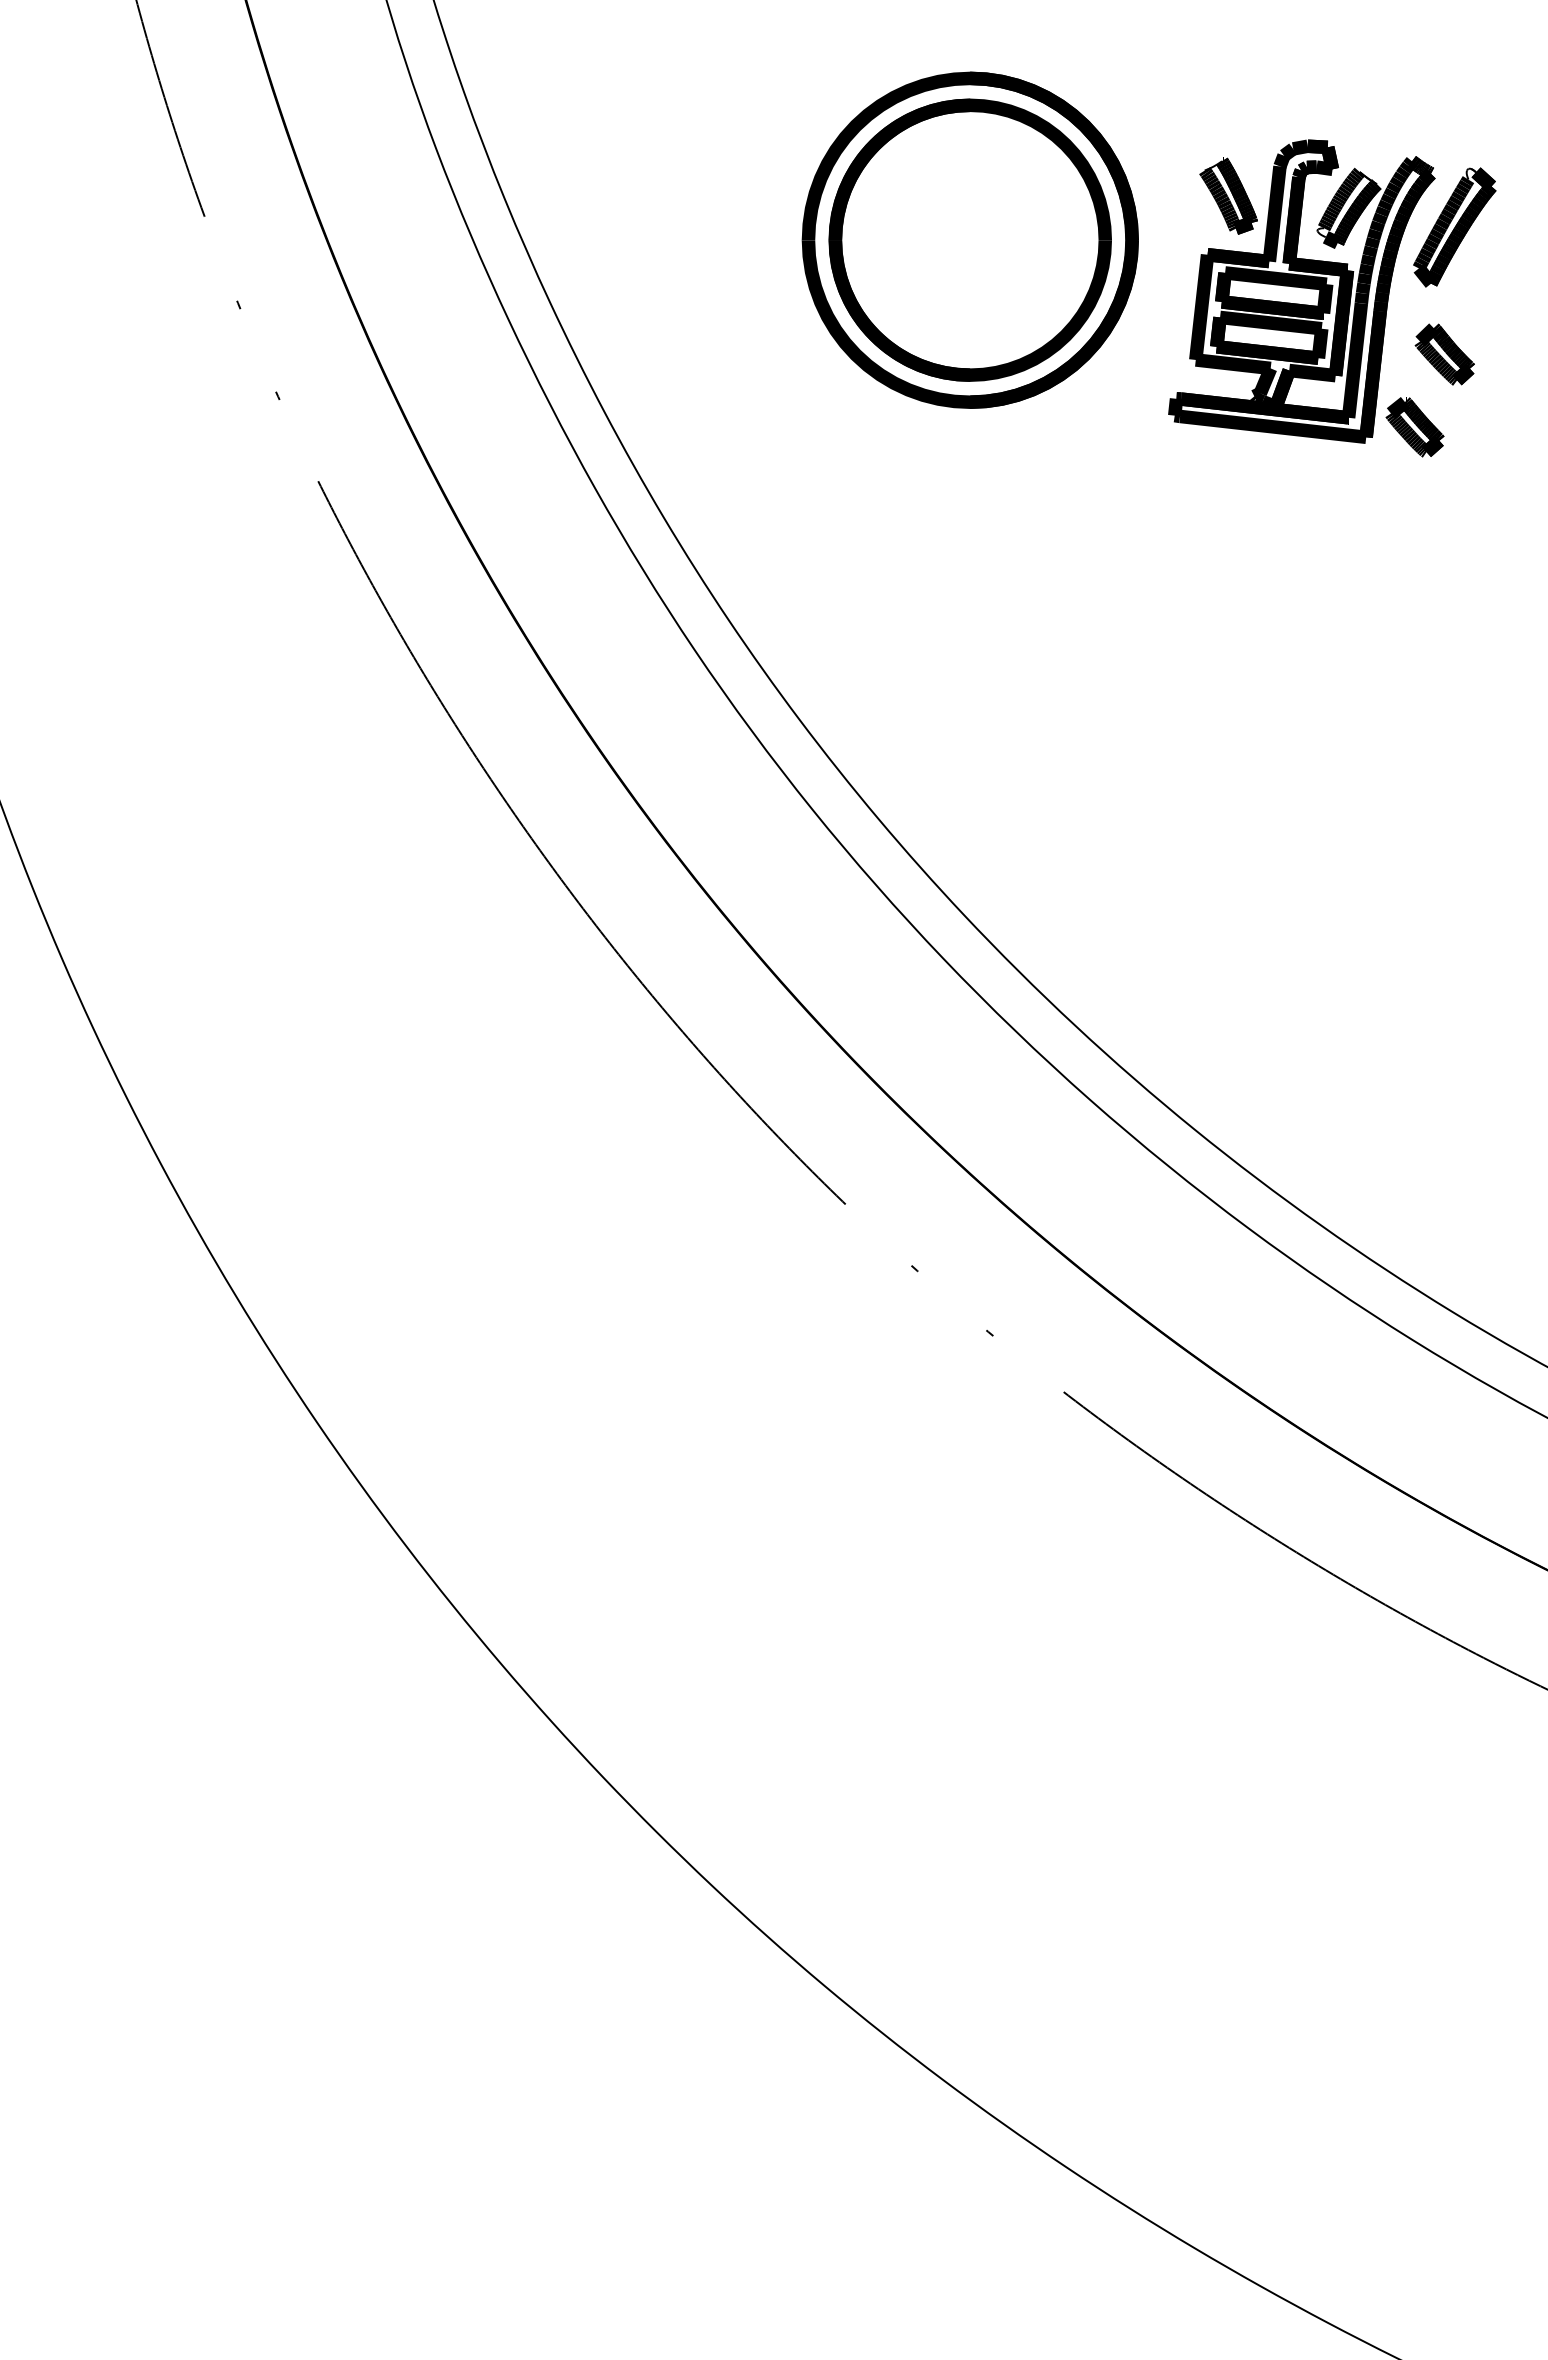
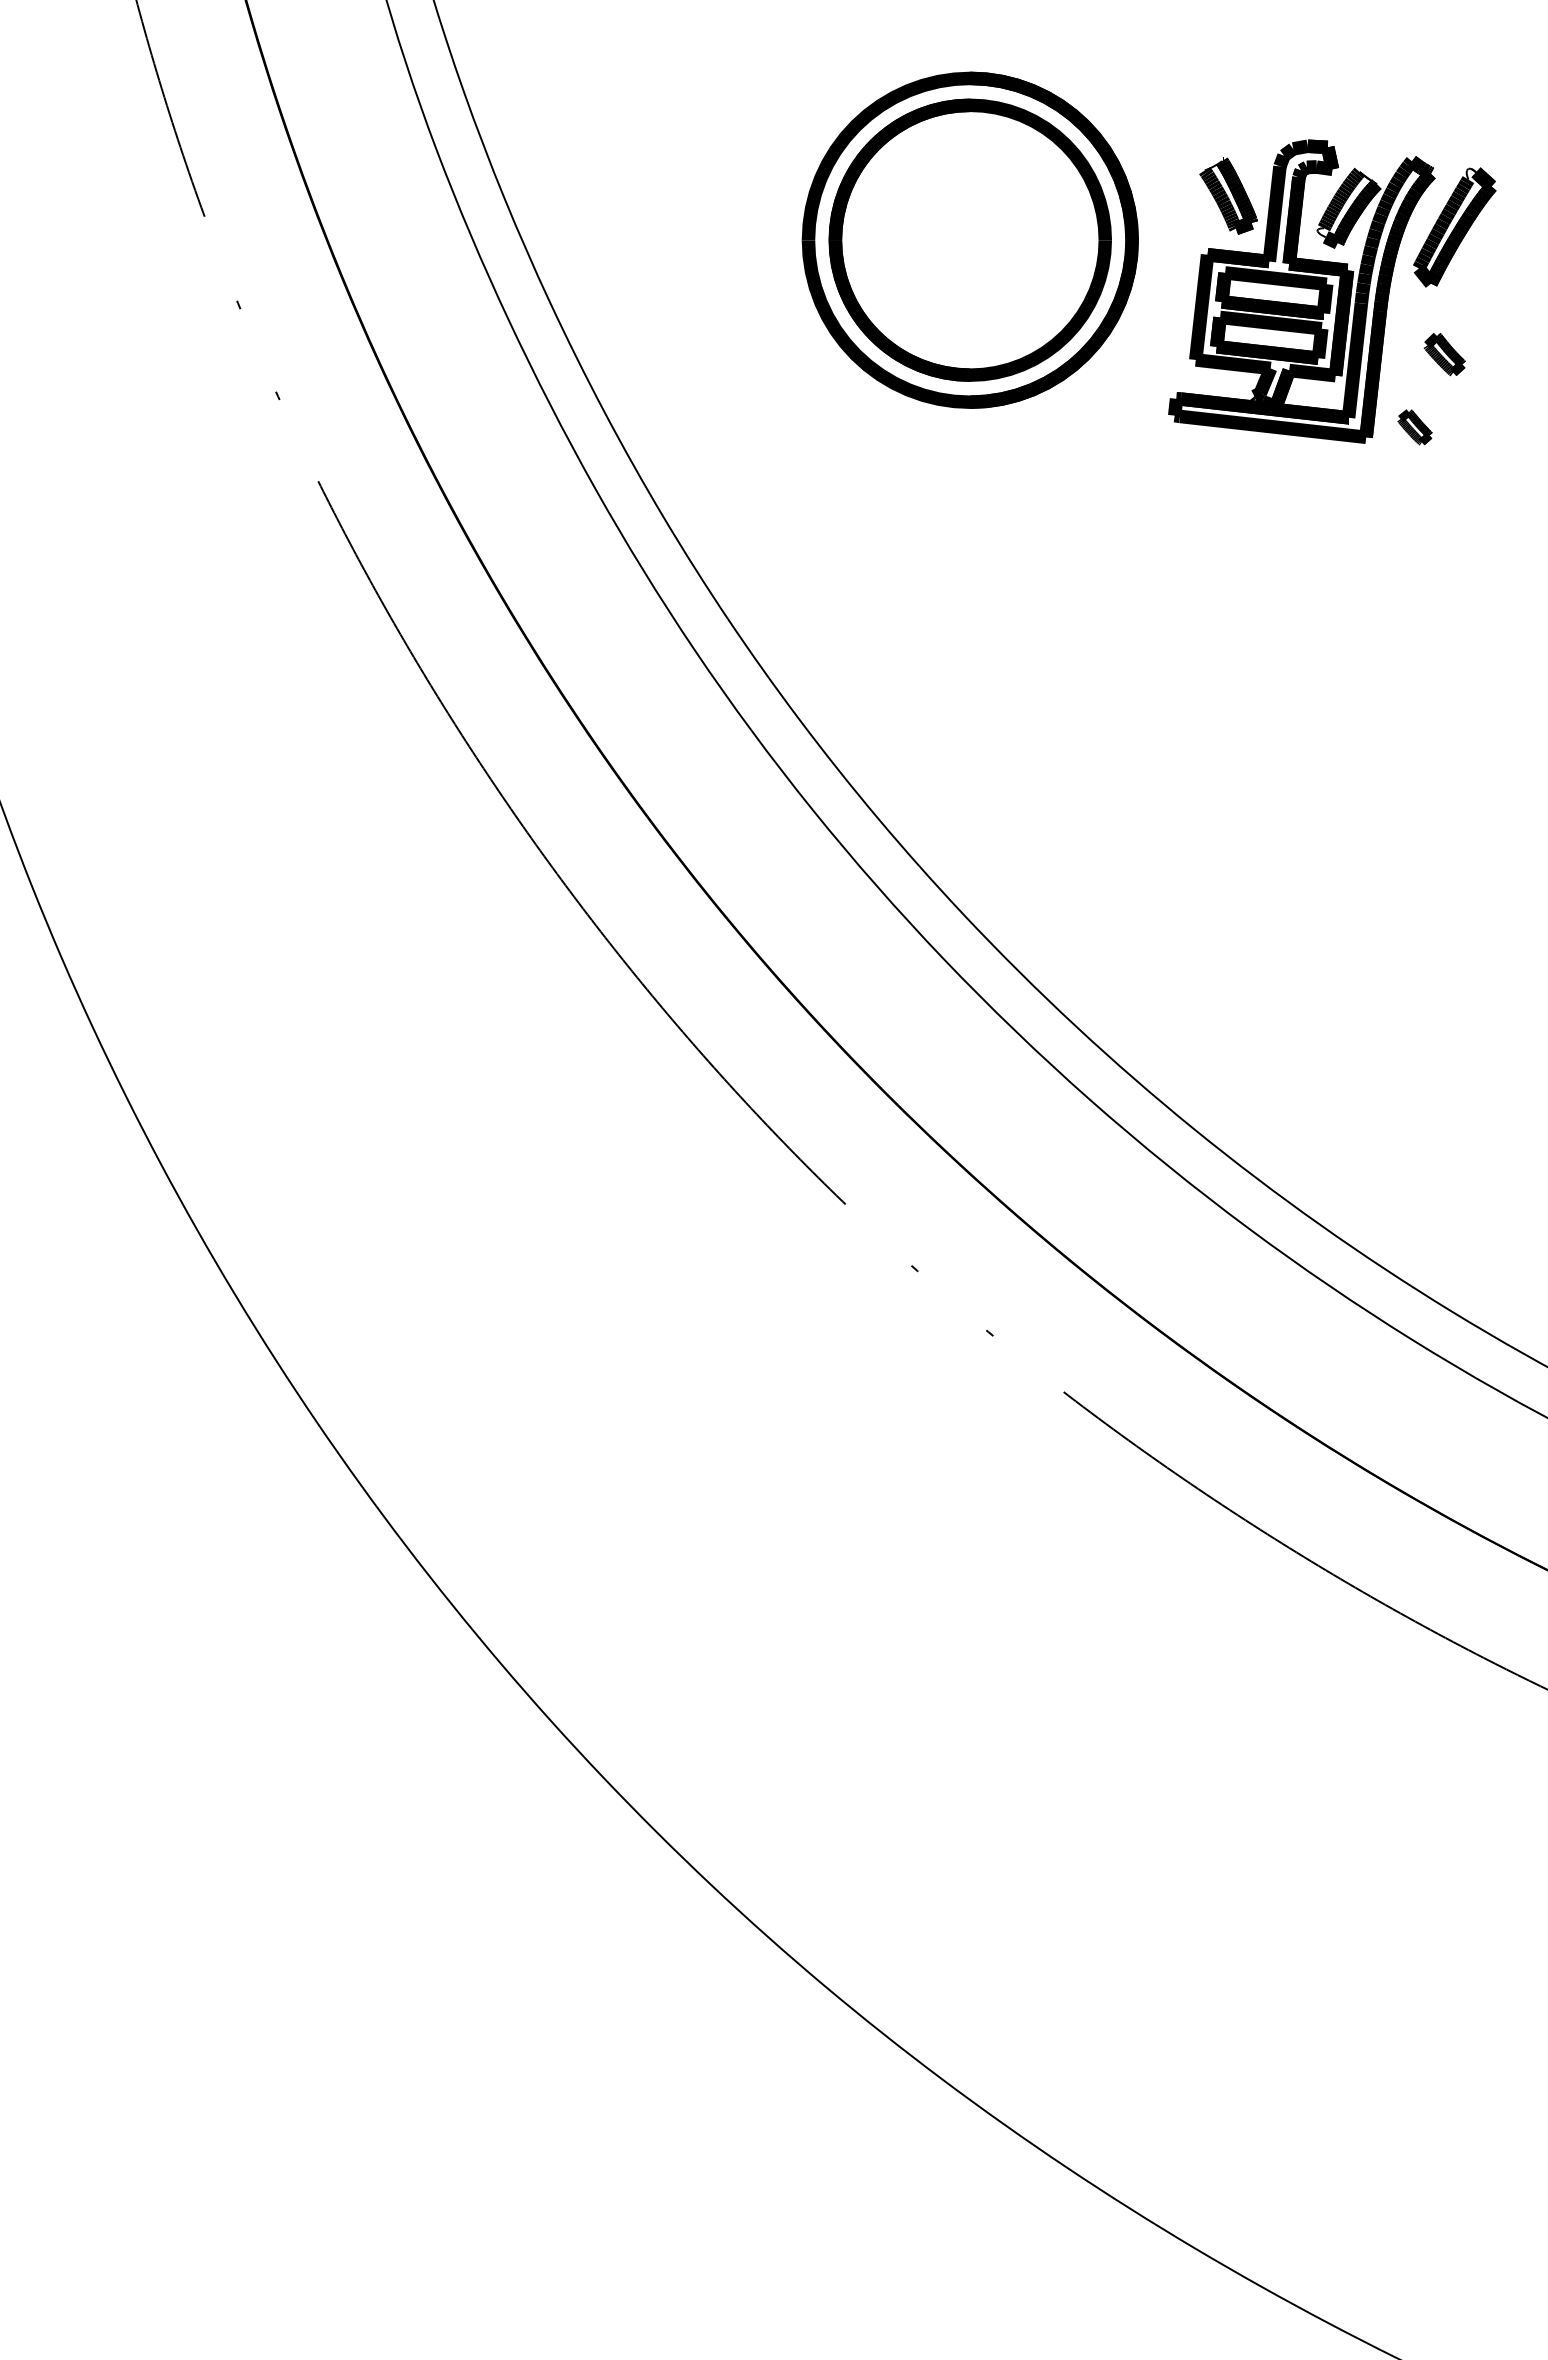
part at (1444, 354) size: 61x63 px -> 43x44 px
part at (1414, 427) size: 60x61 px -> 36x37 px
